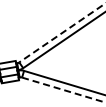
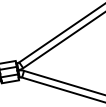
line at (62, 33): dashed -> solid
line at (64, 90): dashed -> solid
